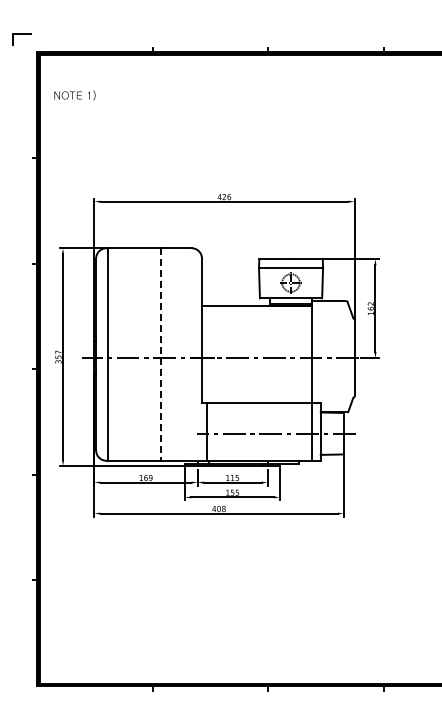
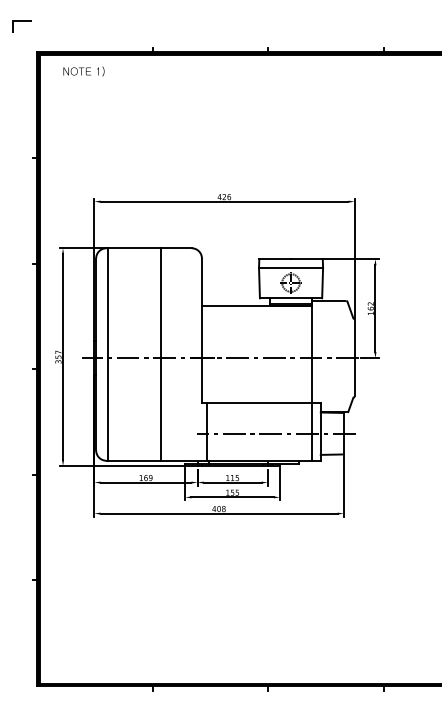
line at (21, 34) position: (21, 34) -> (21, 21)
text at (74, 95) position: (74, 95) -> (83, 71)
line at (160, 355): dashed -> solid
